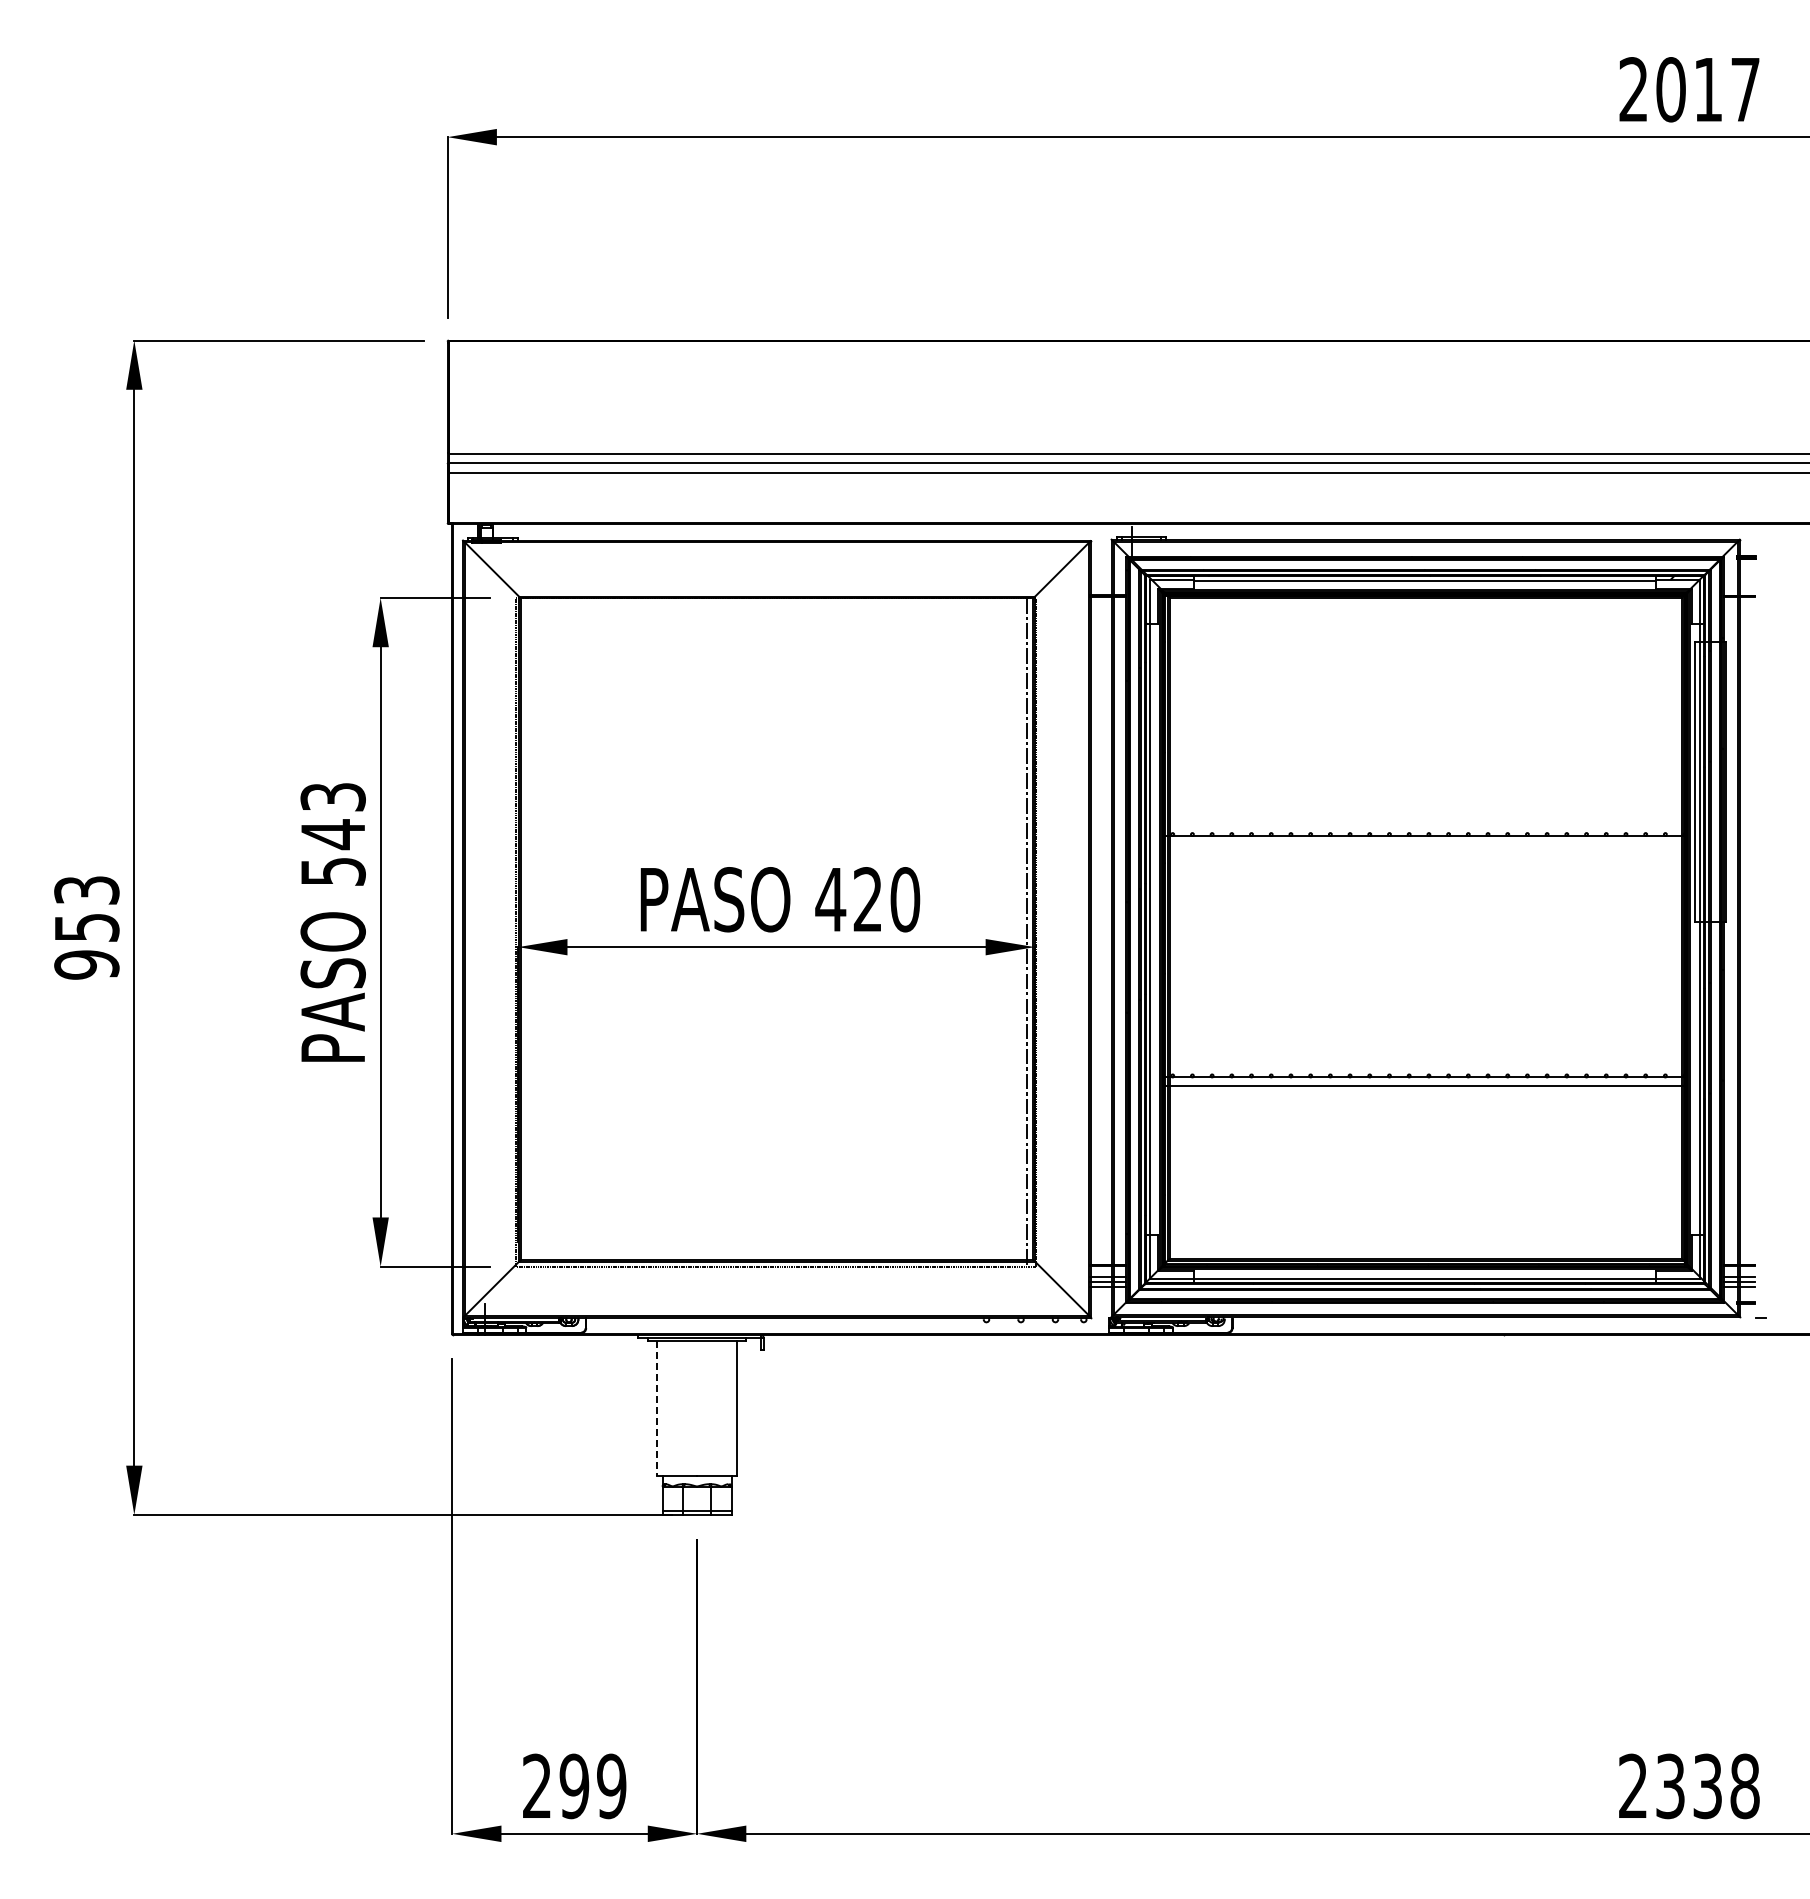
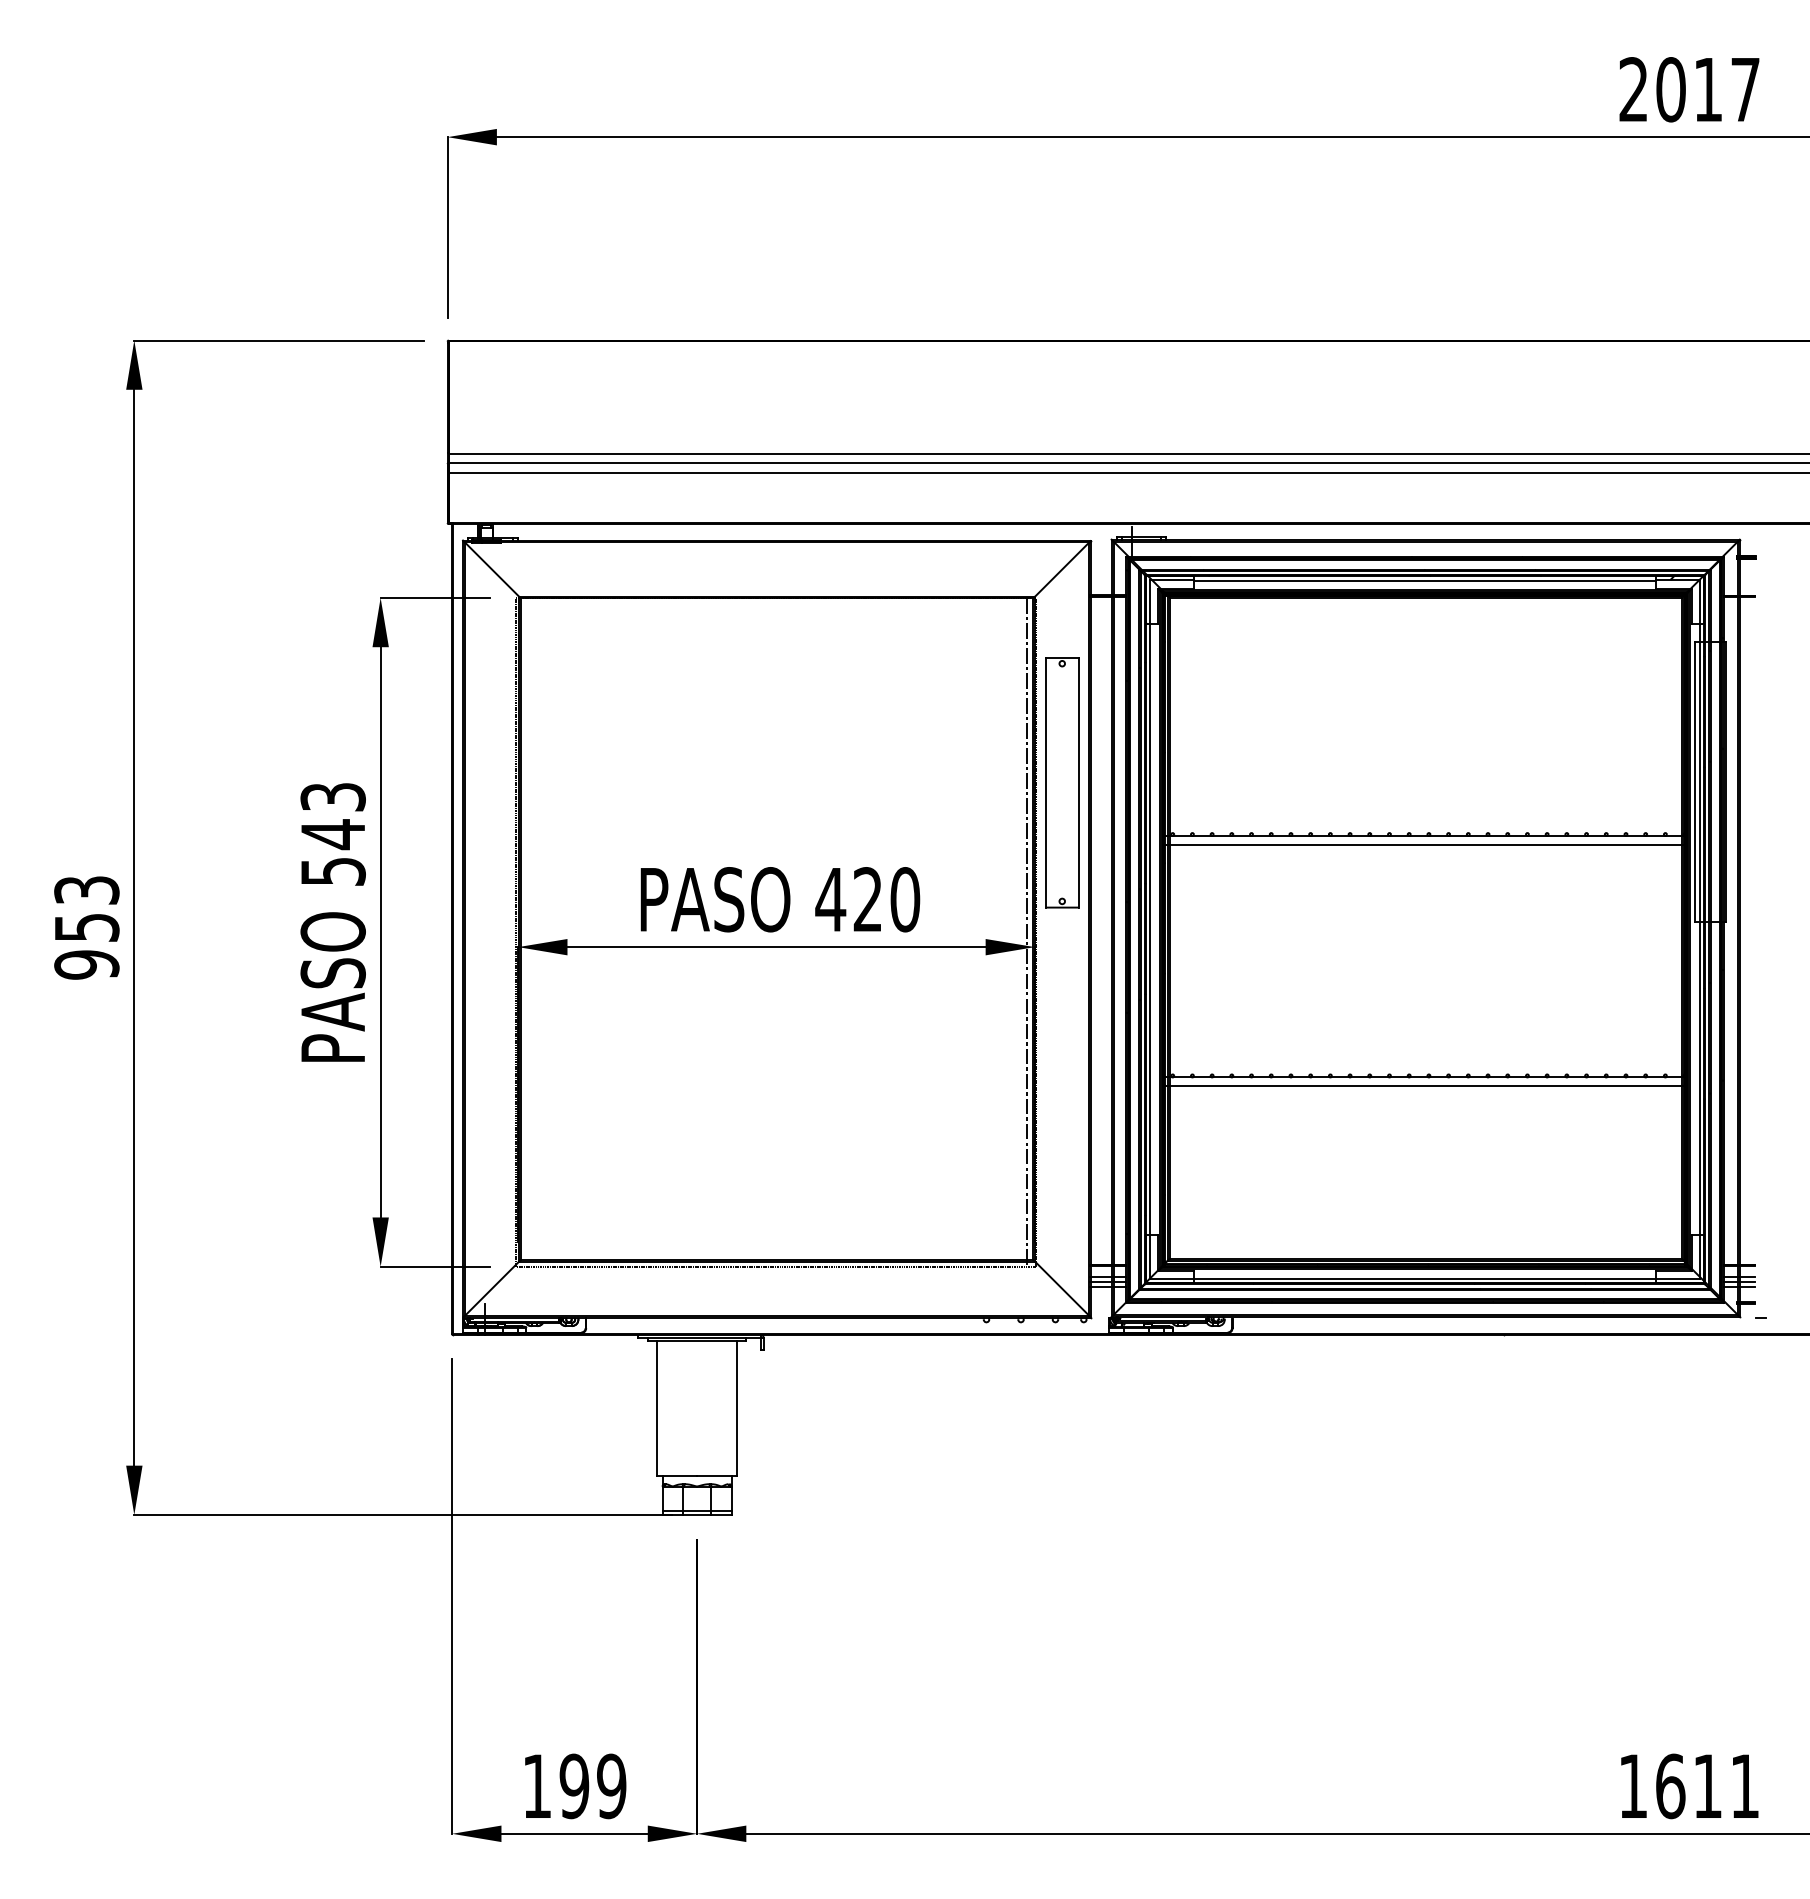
part at (1062, 782): none -> present
line at (1424, 844): none -> present
line at (657, 1408): dashed -> solid
text at (536, 1785): 299 -> 199
text at (1689, 1786): 2338 -> 1611
